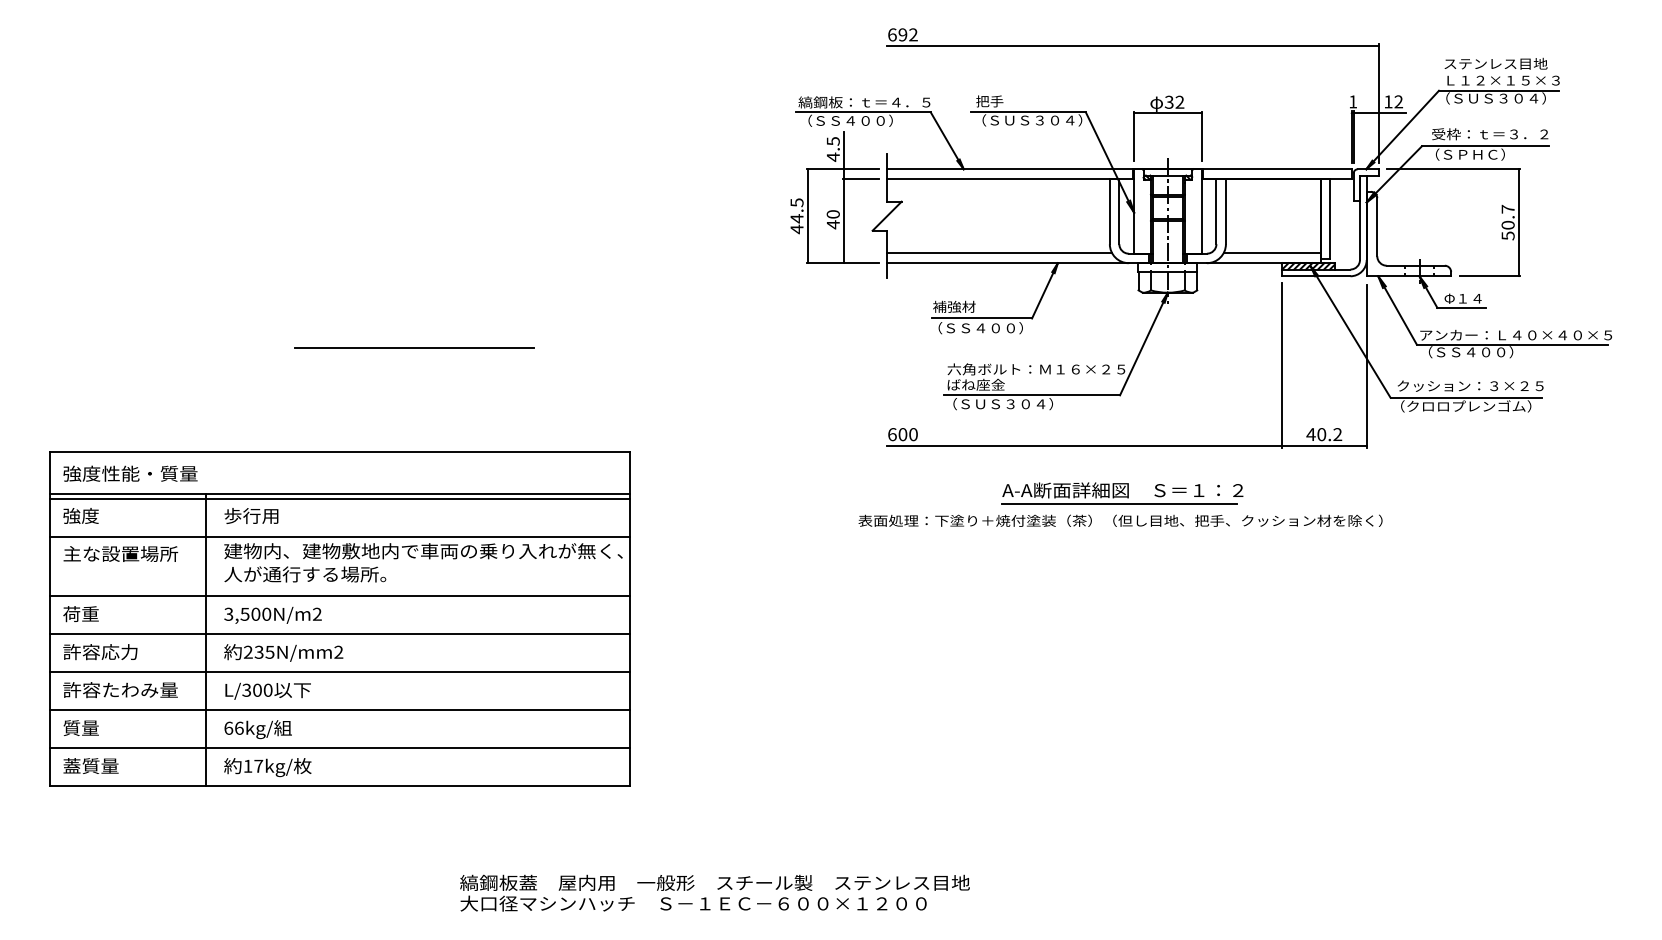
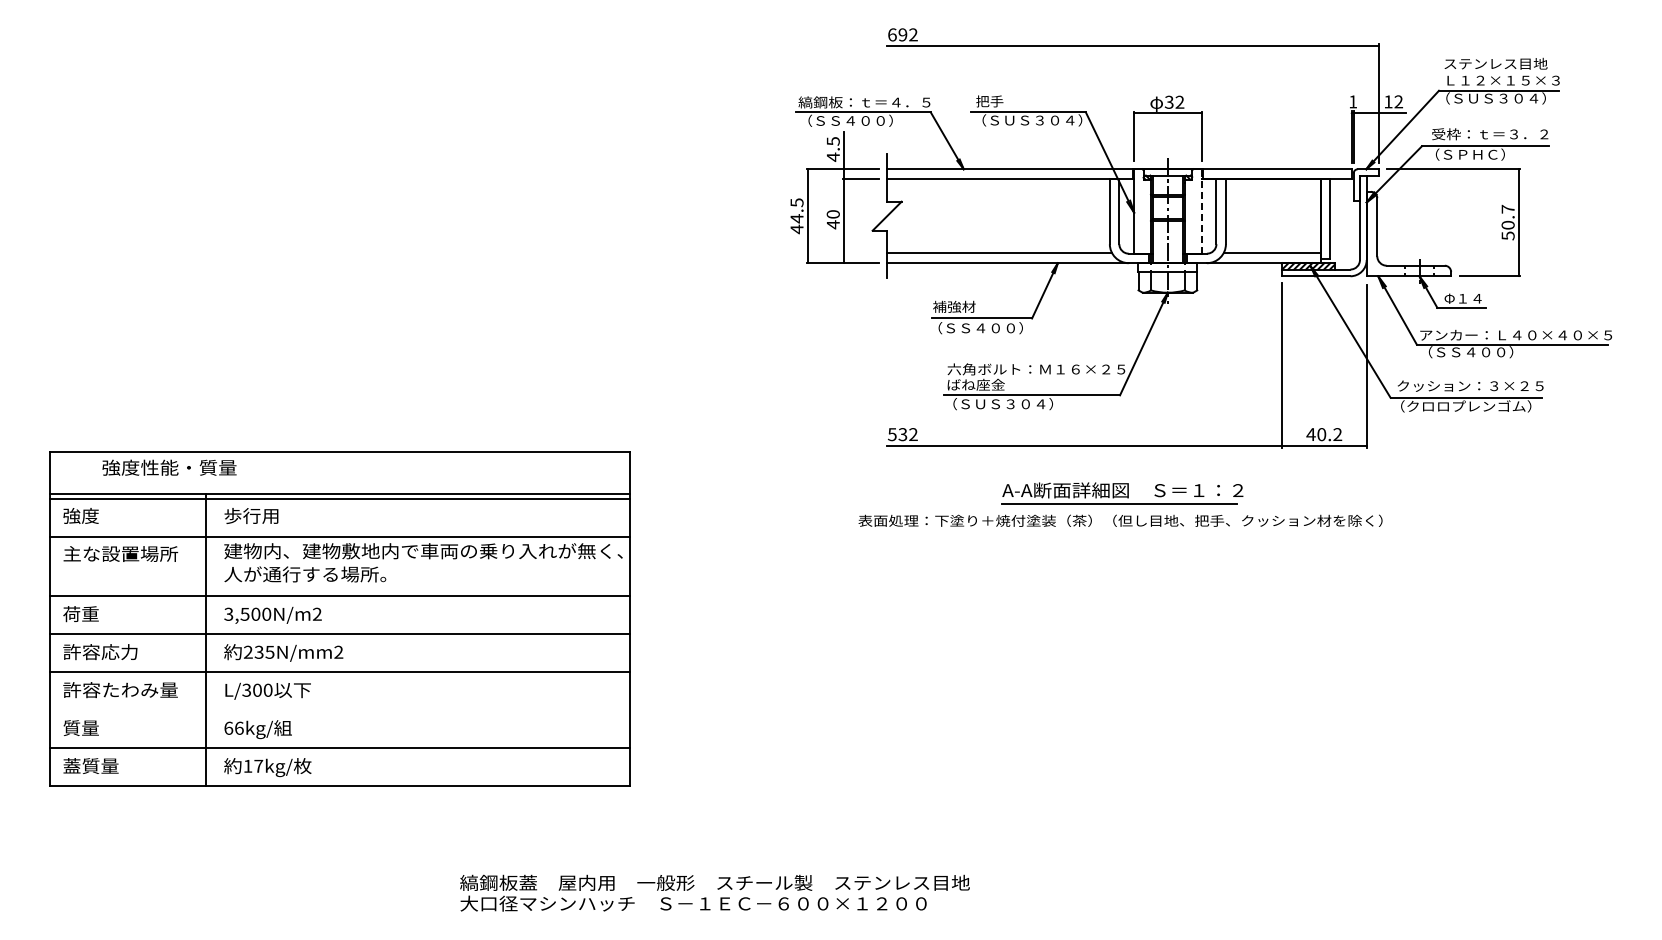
line at (1201, 210): solid -> dashed
line at (414, 347): present -> none
text at (902, 434): 600 -> 532
text at (130, 473) position: (130, 473) -> (169, 467)
line at (339, 709): present -> none
